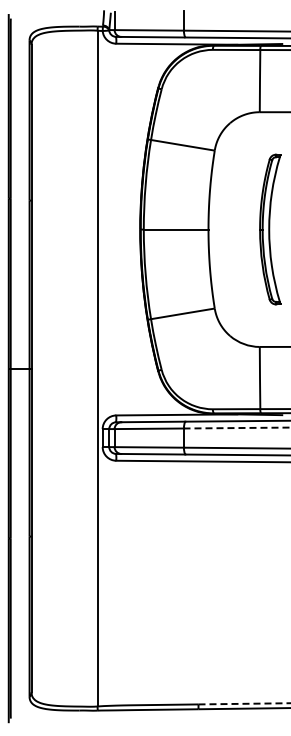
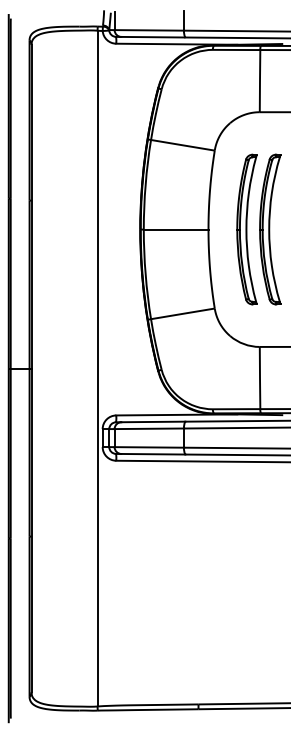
part at (246, 229): none -> present
line at (236, 428): dashed -> solid
line at (244, 703): dashed -> solid
